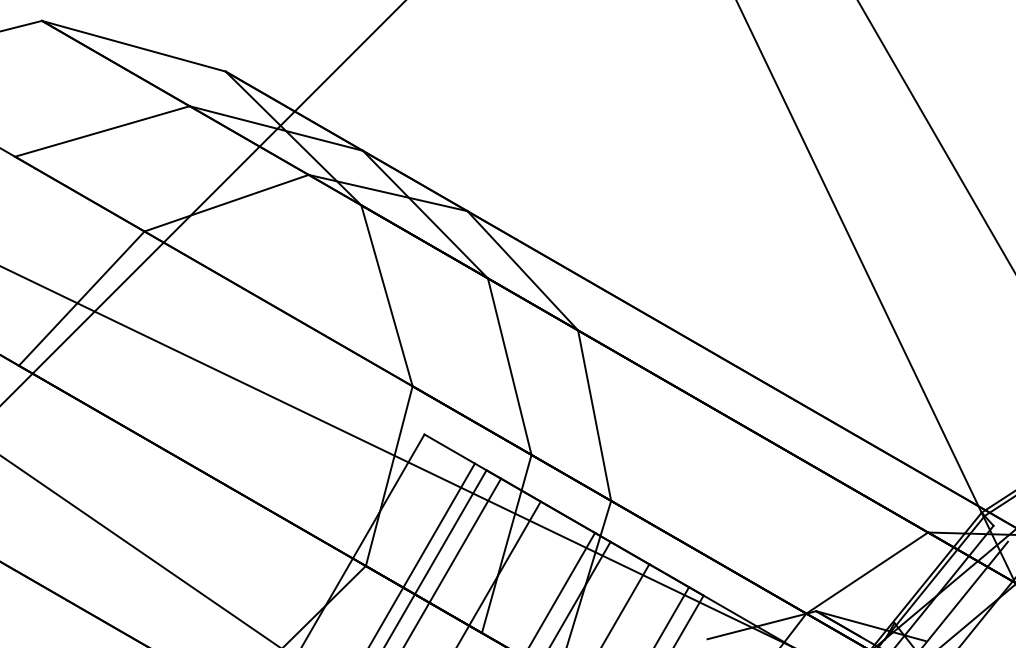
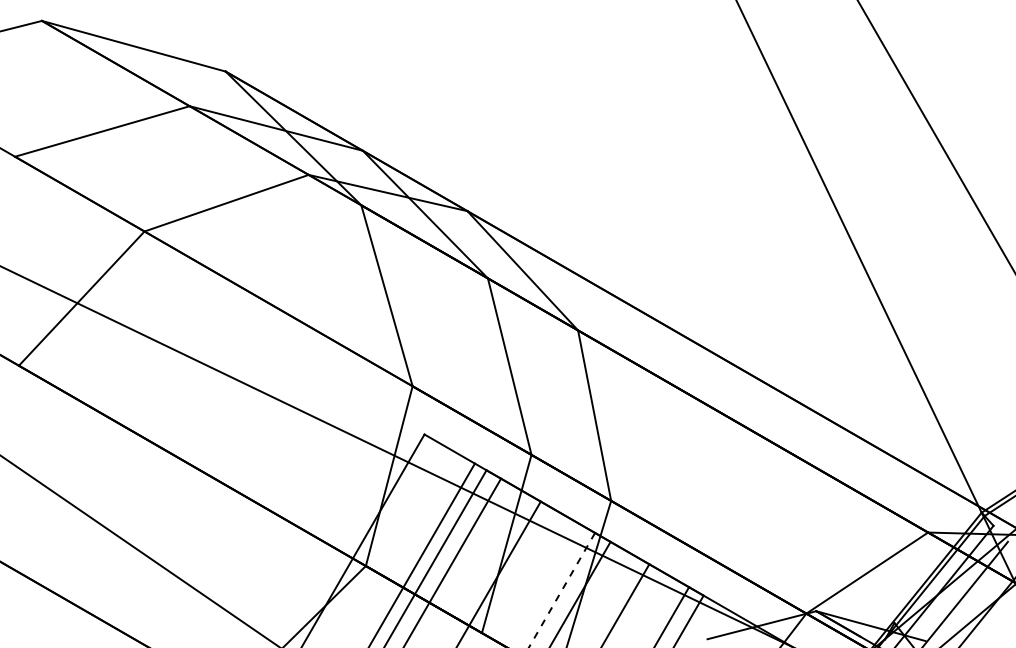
line at (202, 203): present -> none
line at (561, 590): solid -> dashed
